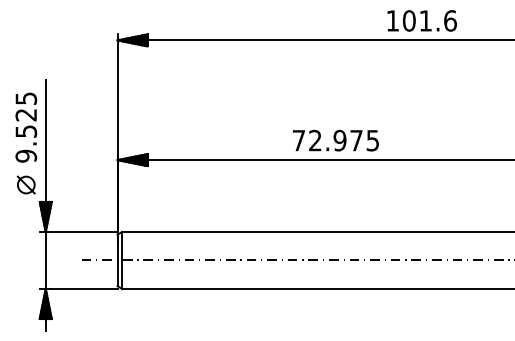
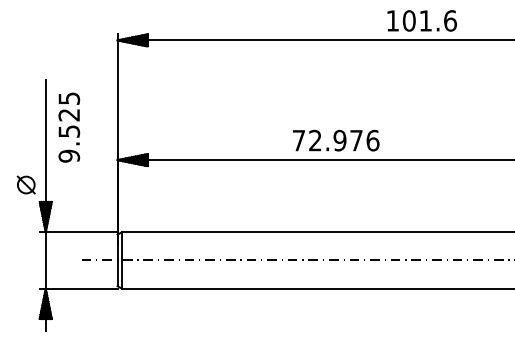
text at (26, 127) position: (26, 127) -> (69, 127)
text at (372, 140): 72.975 -> 72.976
